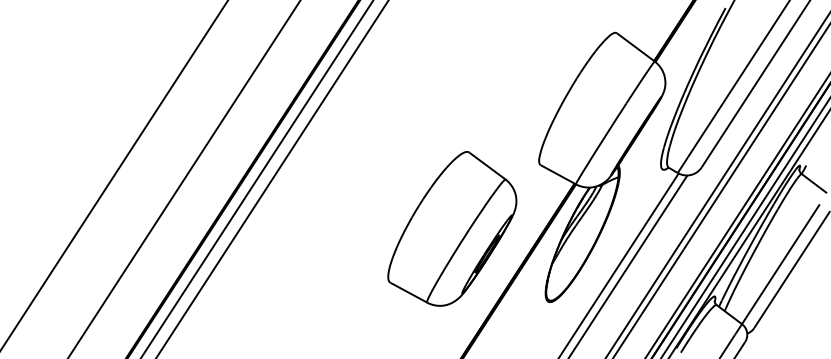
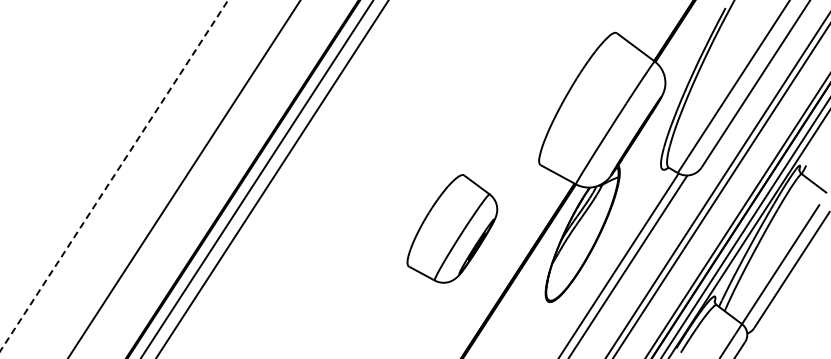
line at (114, 175): solid -> dashed
part at (452, 228) size: 131x156 px -> 93x110 px
